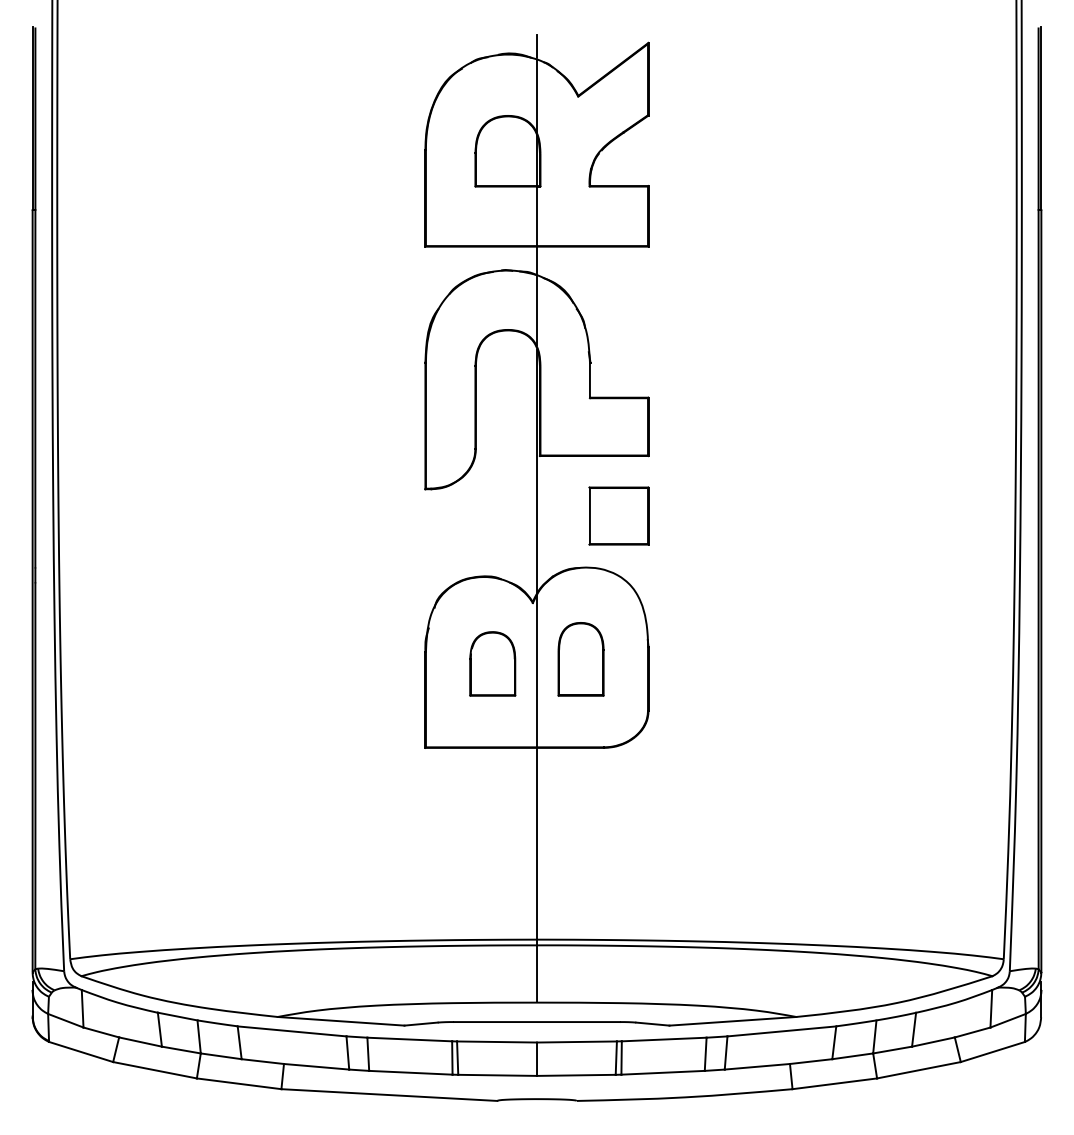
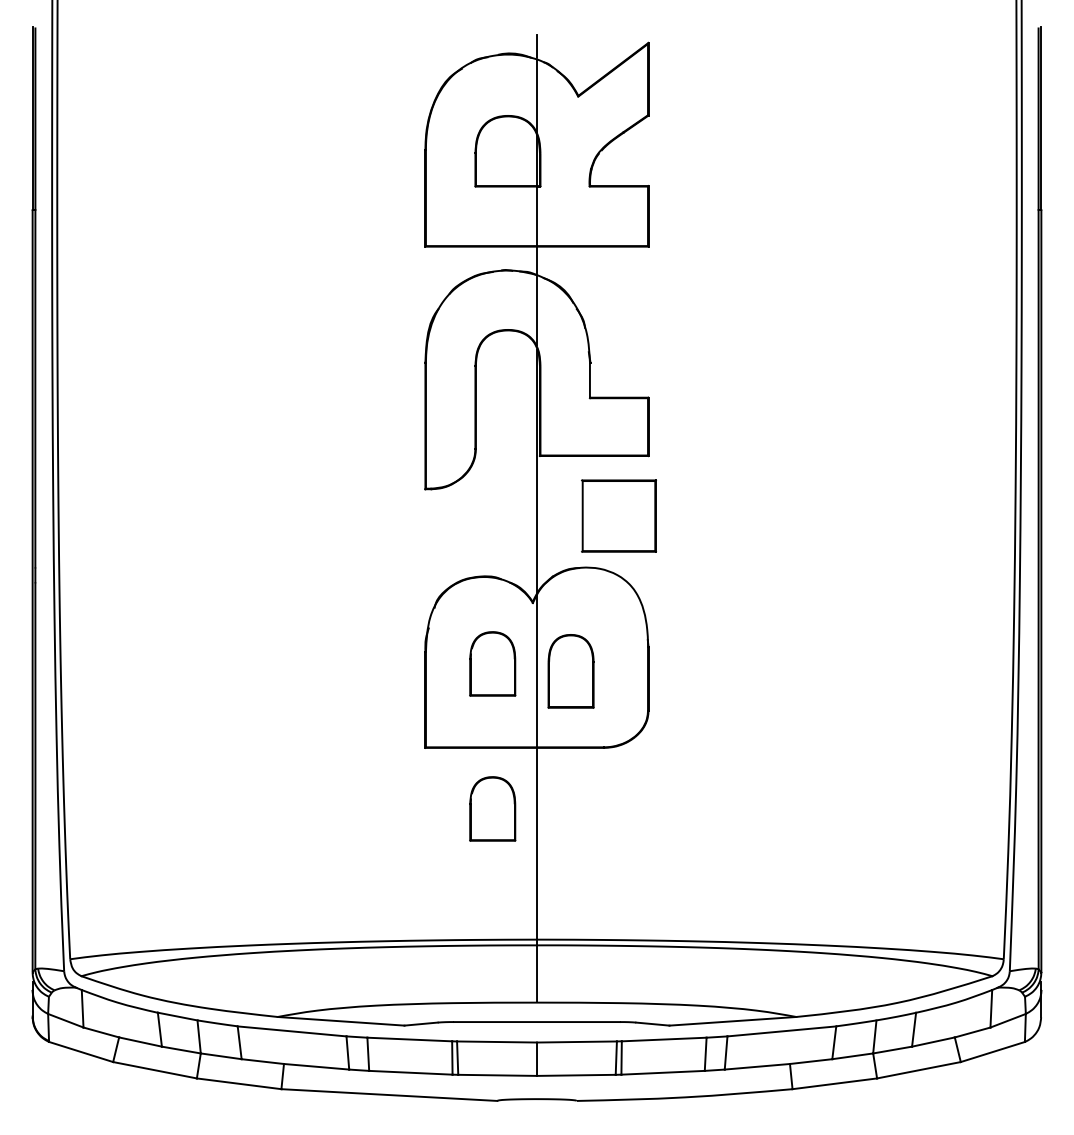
part at (618, 515) size: 62x60 px -> 76x74 px
part at (580, 659) position: (580, 659) -> (570, 671)
part at (492, 808): none -> present
